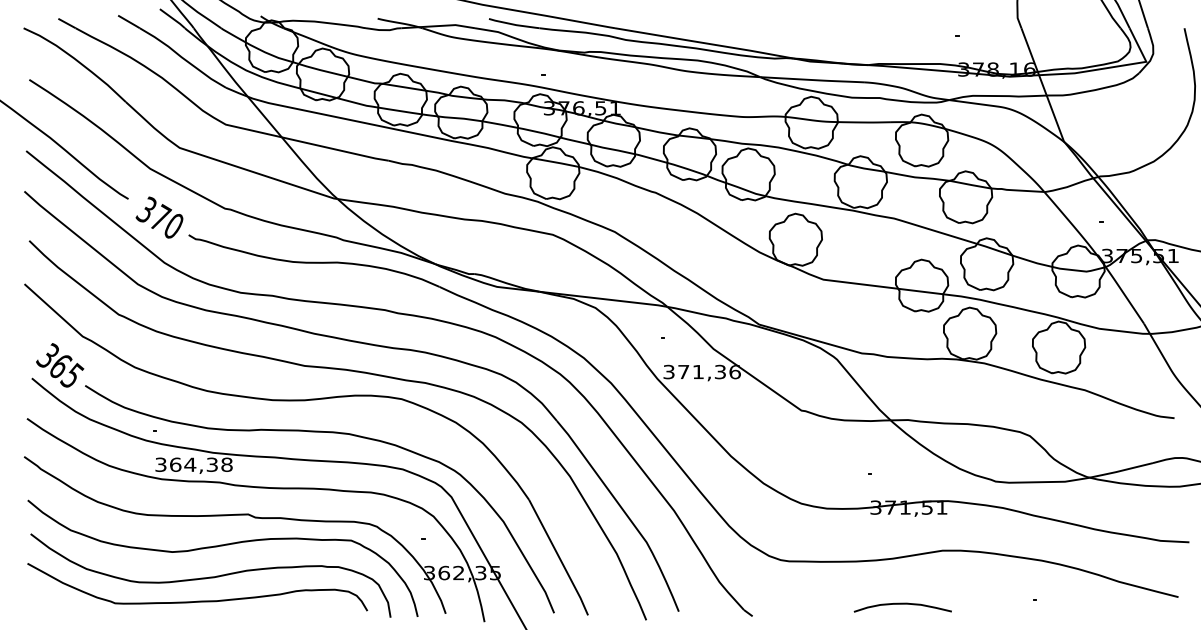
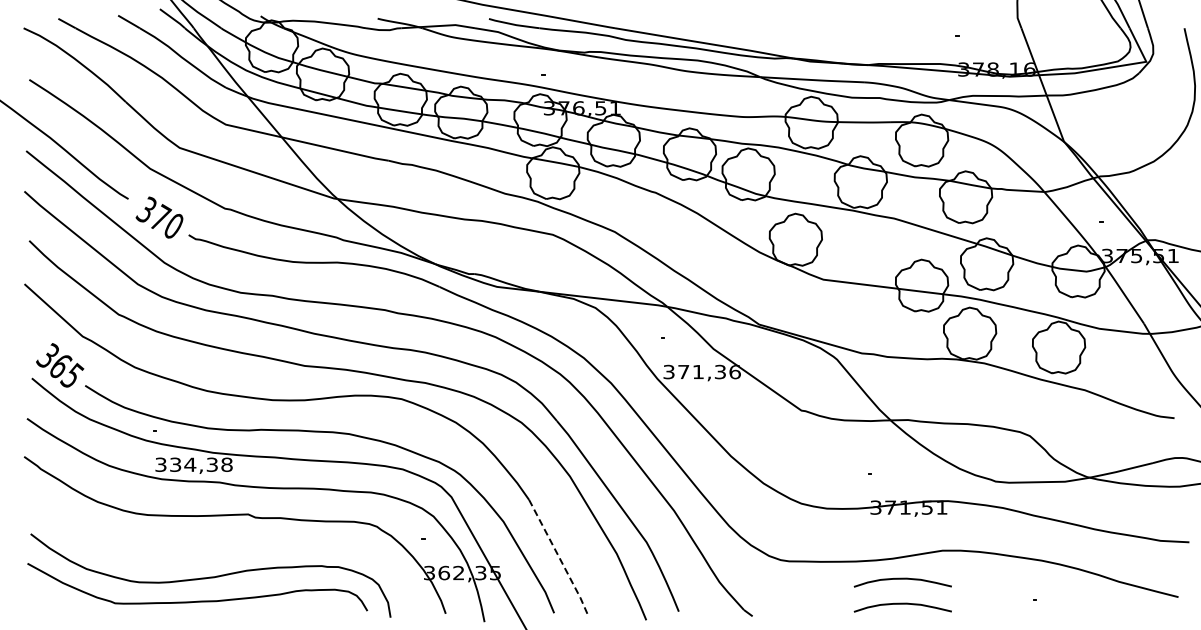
text at (175, 464): 364,38 -> 334,38
curve at (222, 546): present -> none
line at (559, 558): solid -> dashed
curve at (902, 579): none -> present
